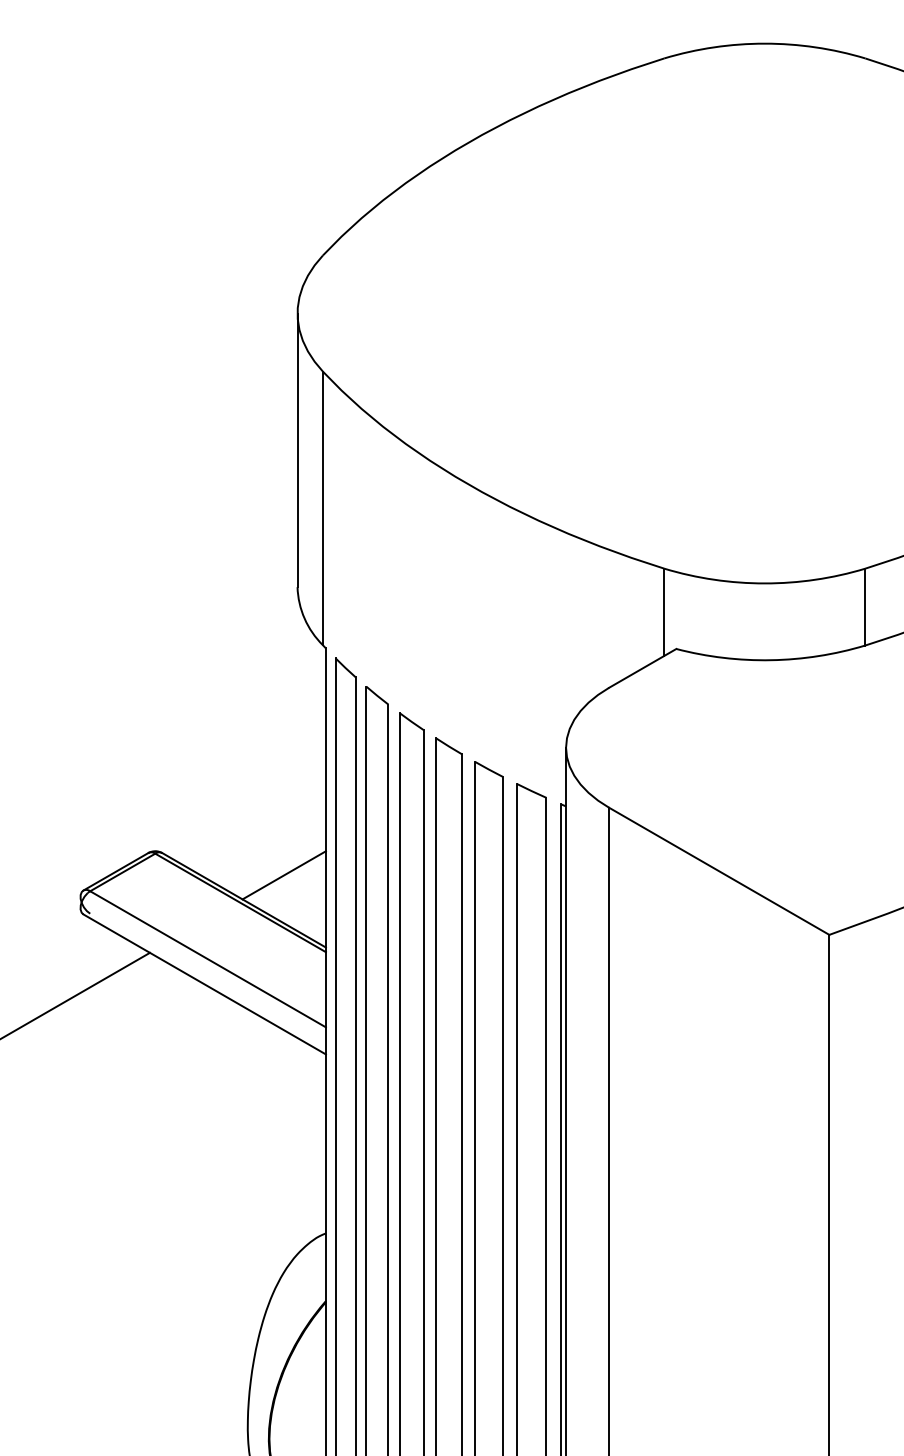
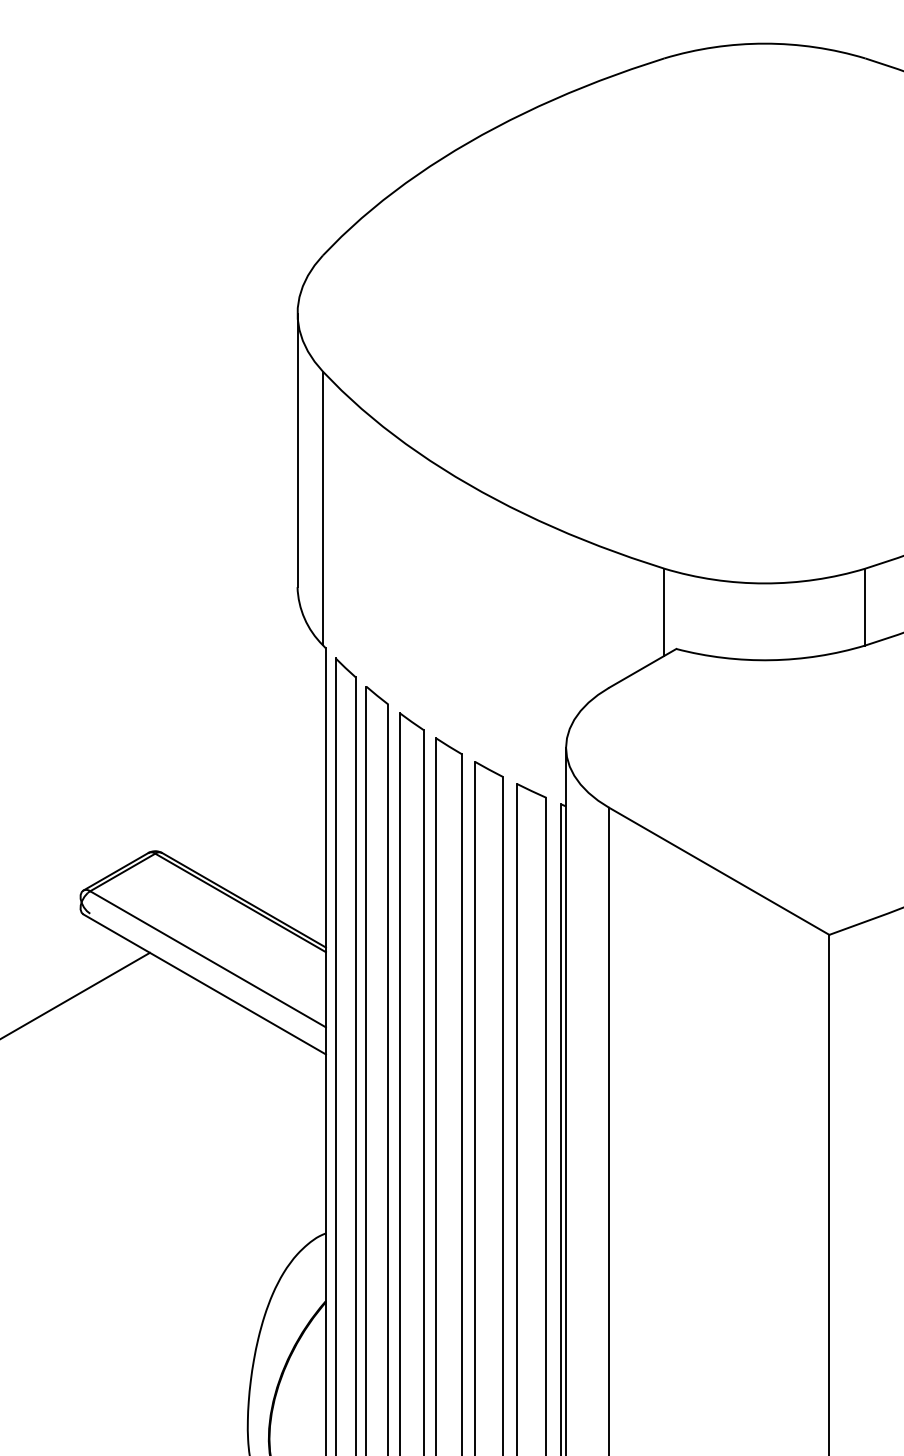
line at (283, 875): present -> none
